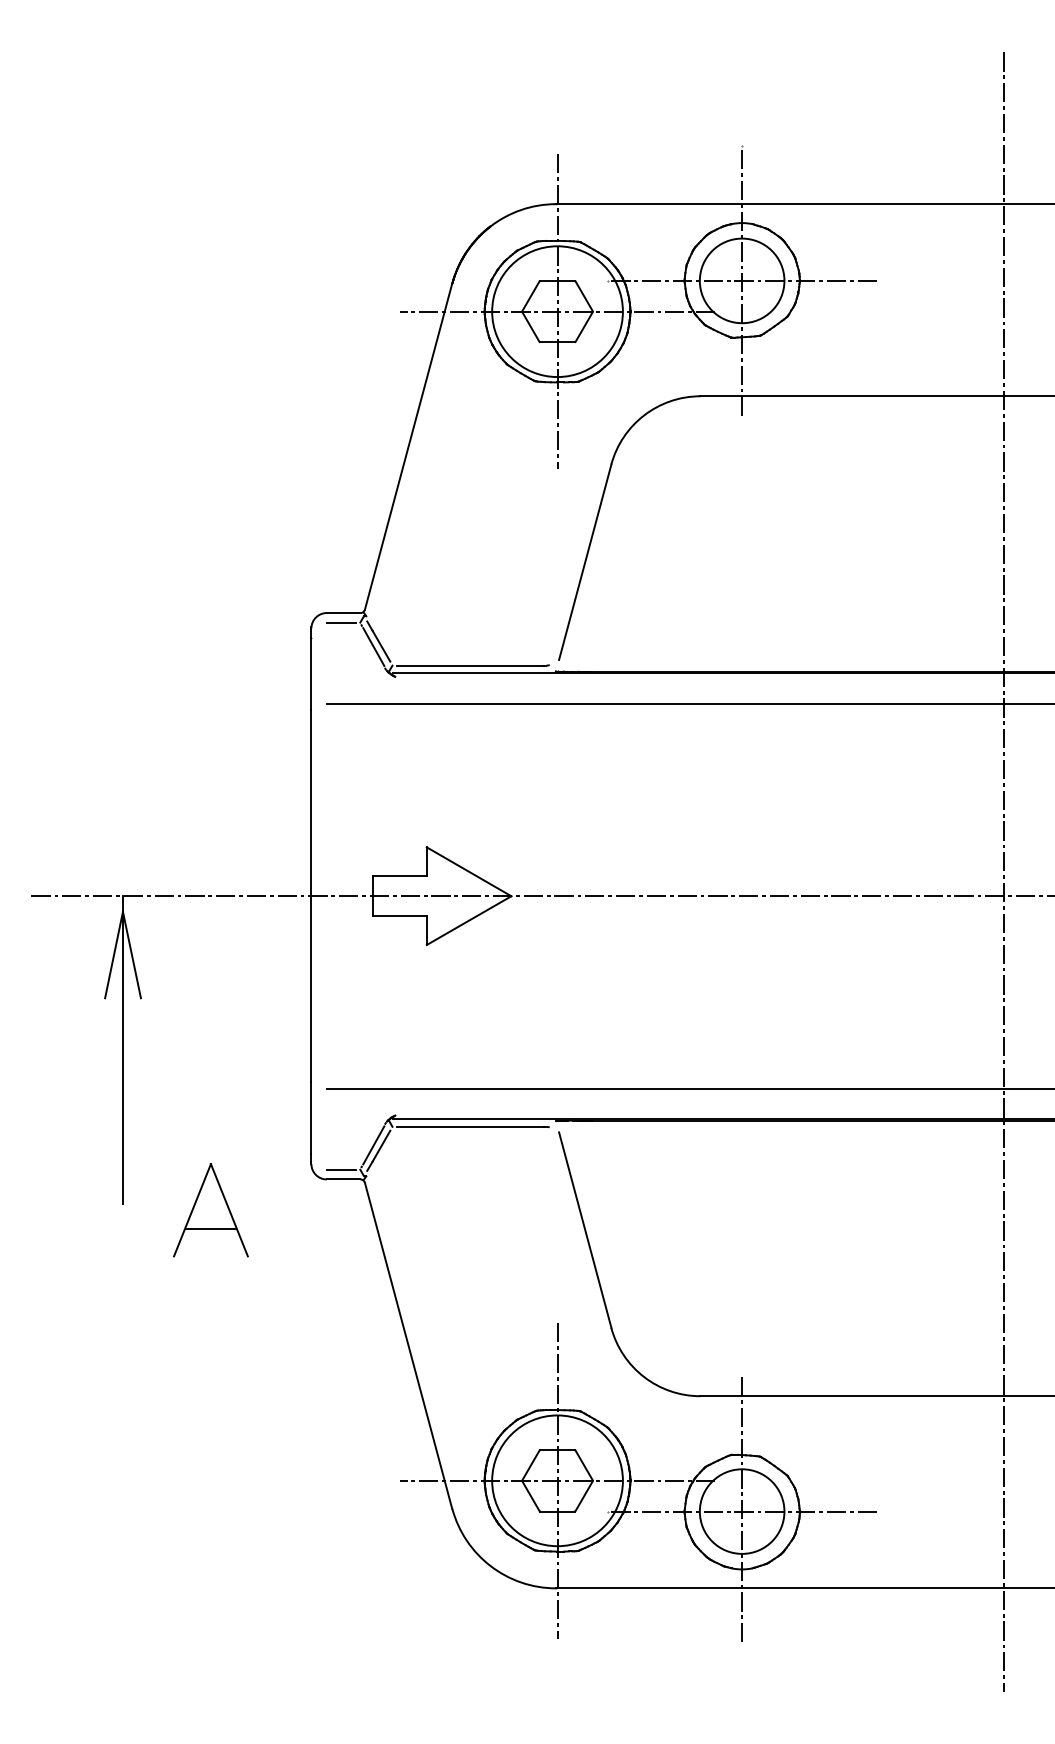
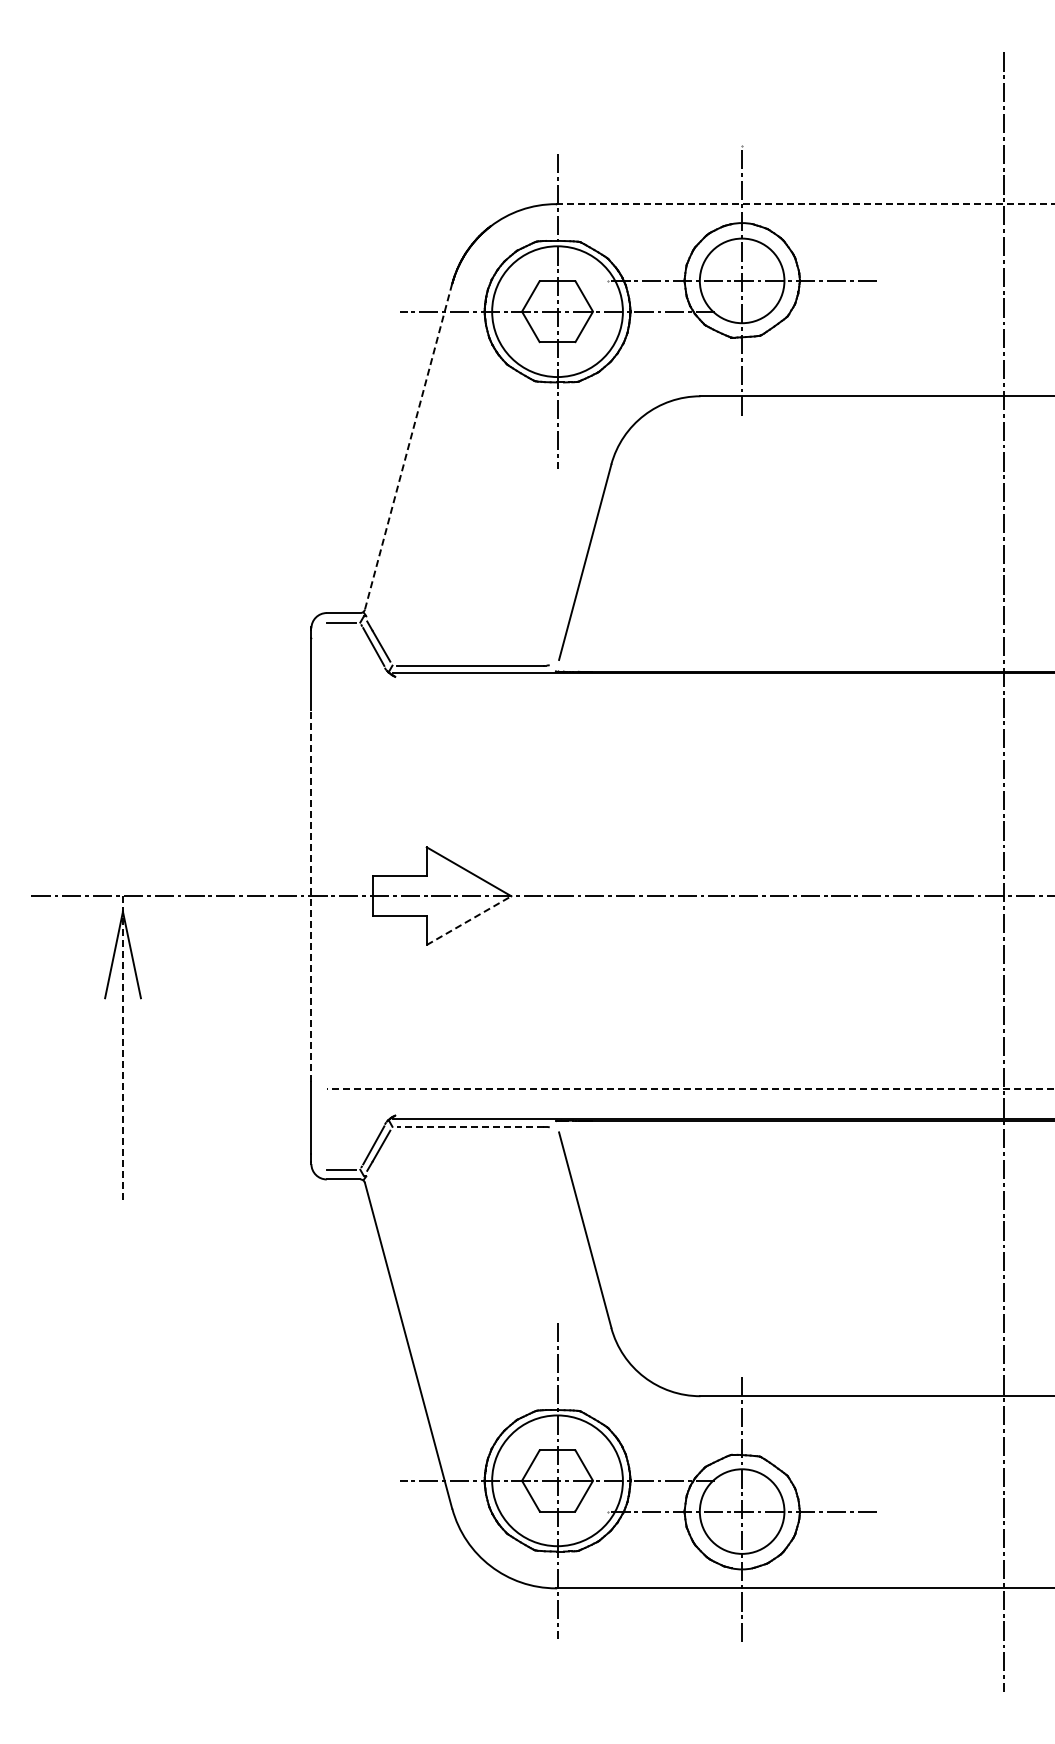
line at (805, 204): solid -> dashed
line at (408, 446): solid -> dashed
line at (688, 703): present -> none
line at (311, 896): solid -> dashed
line at (469, 920): solid -> dashed
line at (122, 1050): solid -> dashed
line at (690, 1088): solid -> dashed
line at (469, 1127): solid -> dashed
part at (210, 1210): present -> none
